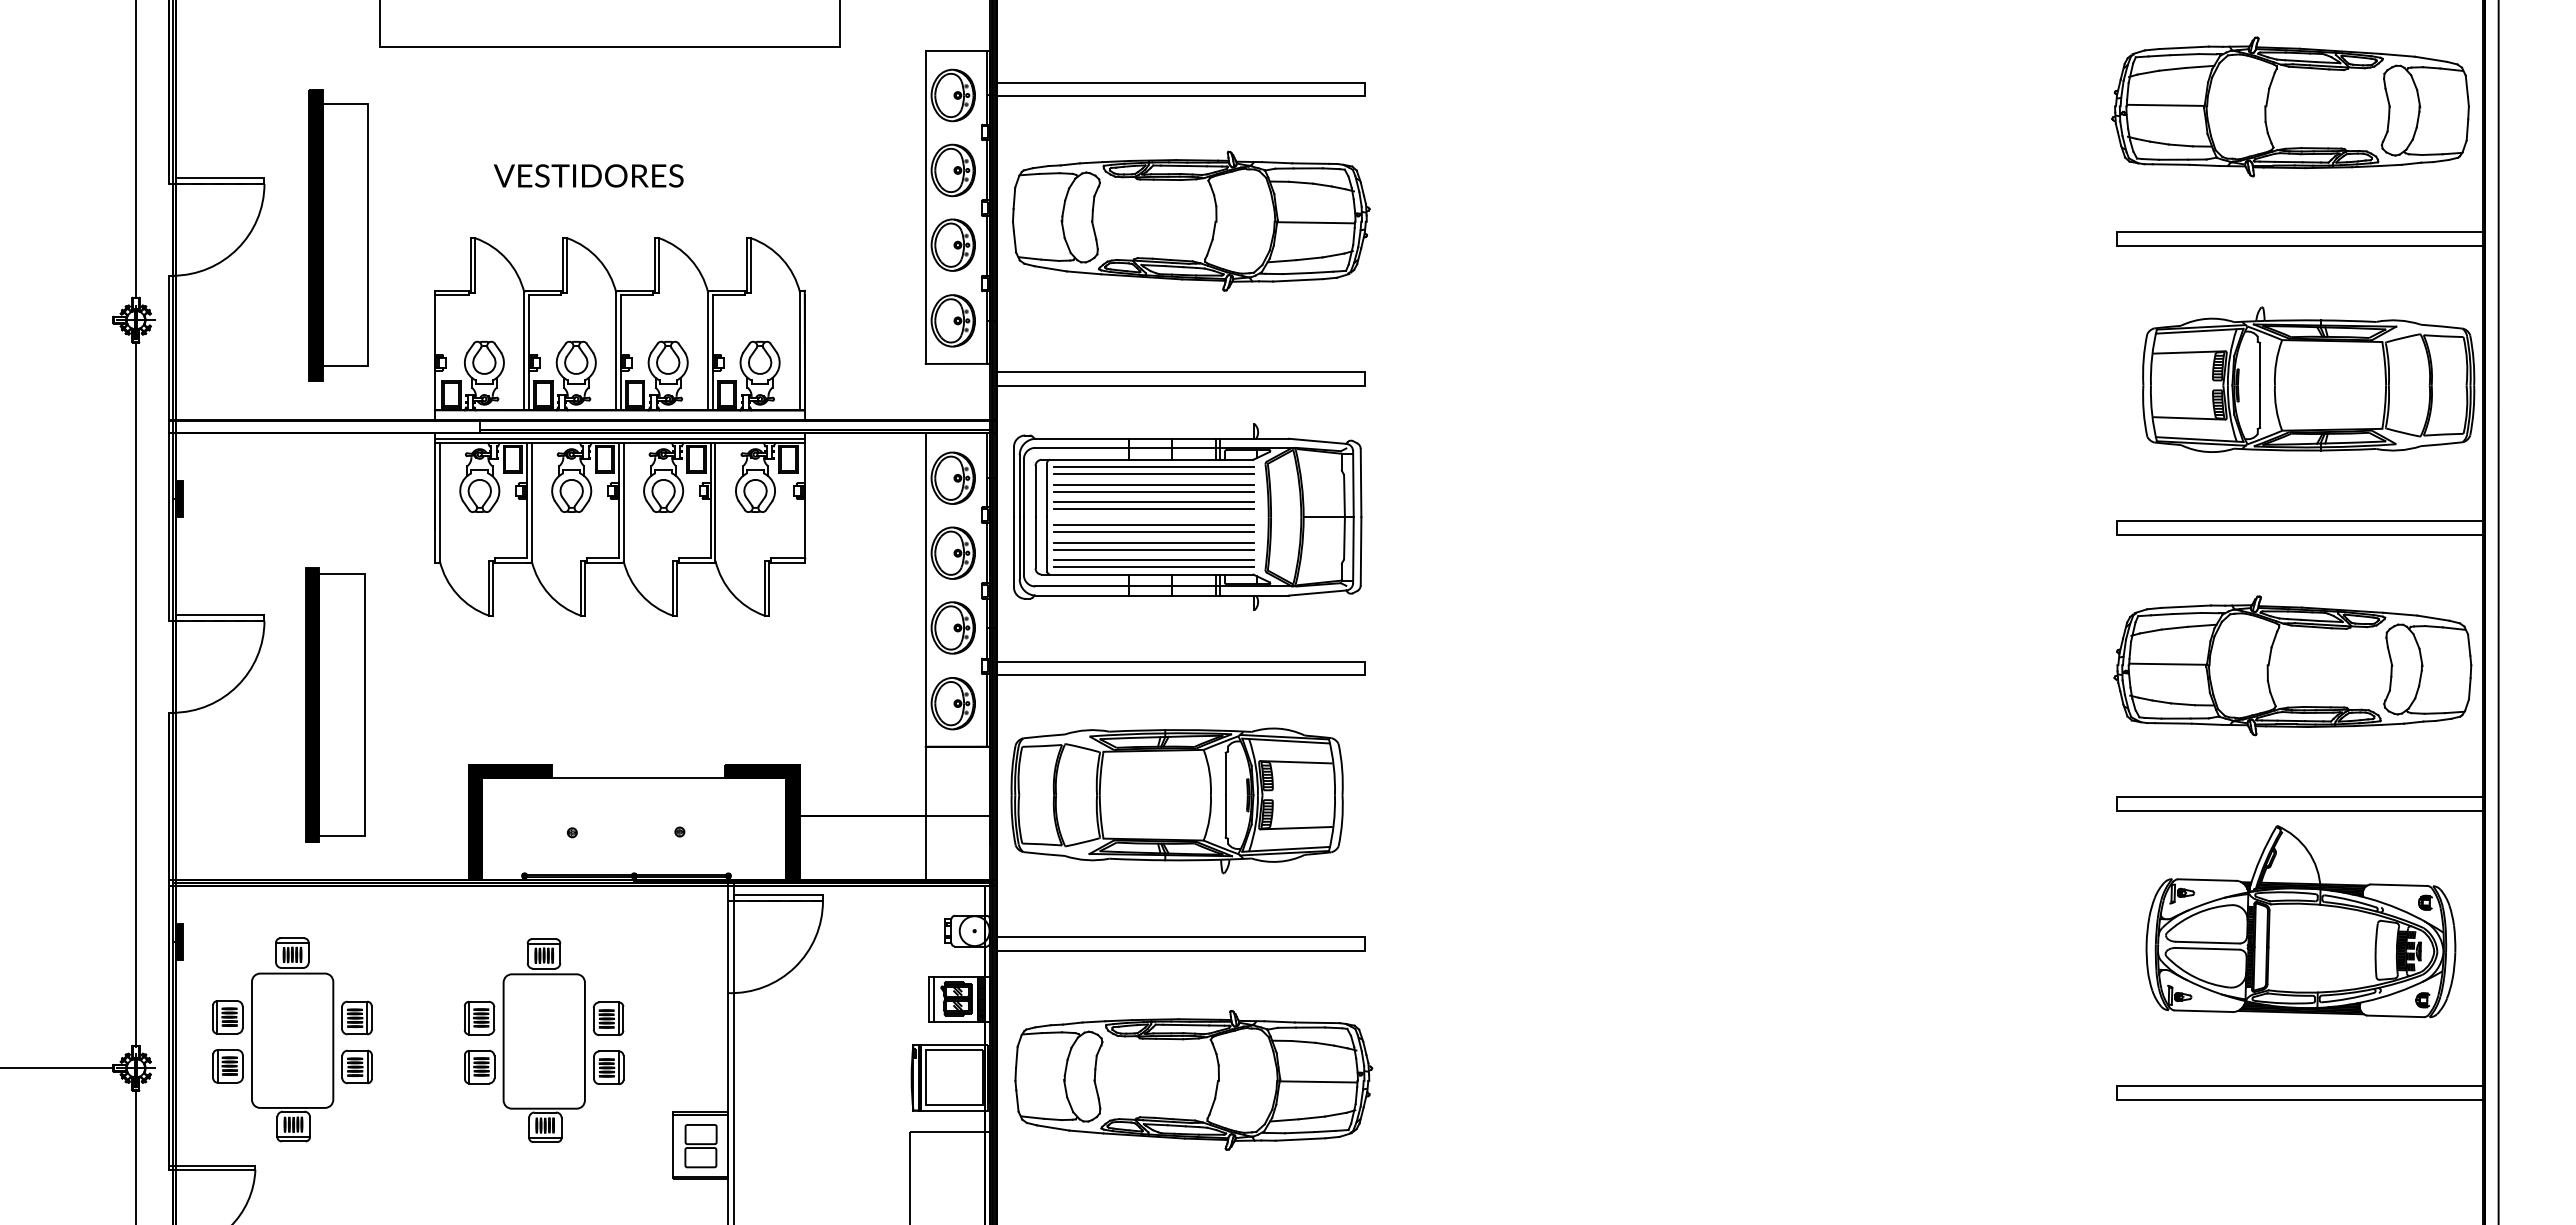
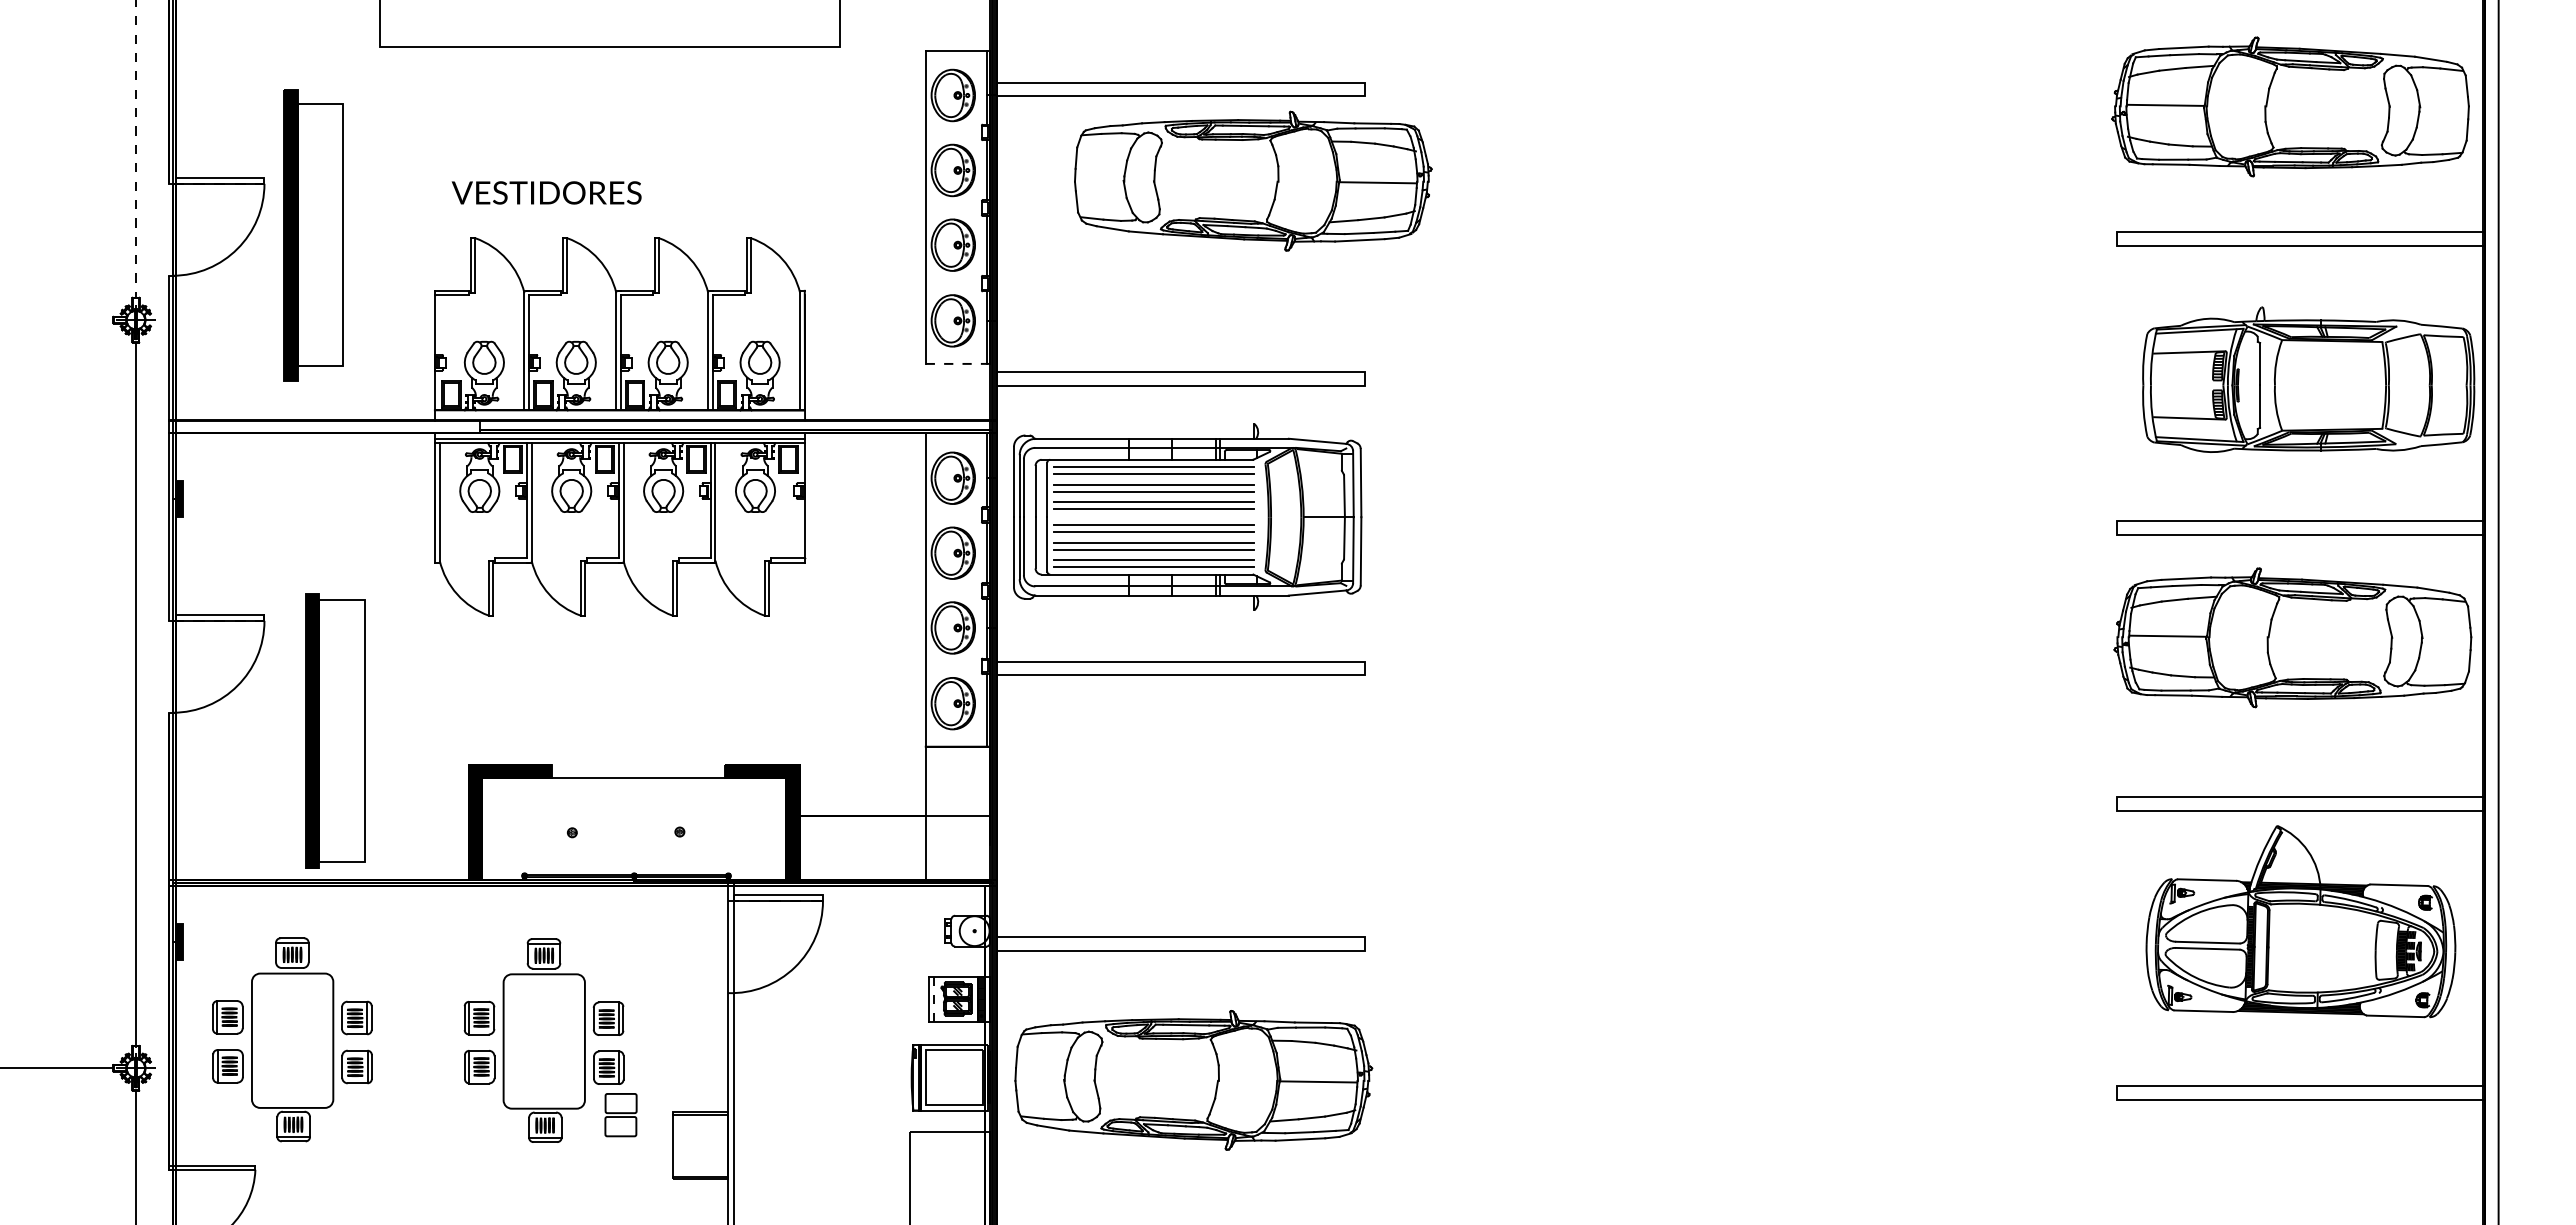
line at (136, 149): solid -> dashed
text at (588, 175) position: (588, 175) -> (546, 192)
part at (1191, 220) position: (1191, 220) -> (1253, 180)
part at (338, 235) position: (338, 235) -> (313, 235)
line at (958, 363): solid -> dashed
part at (2292, 665) position: (2292, 665) -> (2292, 637)
part at (335, 704) position: (335, 704) -> (335, 730)
part at (1176, 800): present -> none
line at (934, 999): solid -> dashed
part at (700, 1146) position: (700, 1146) -> (620, 1115)
